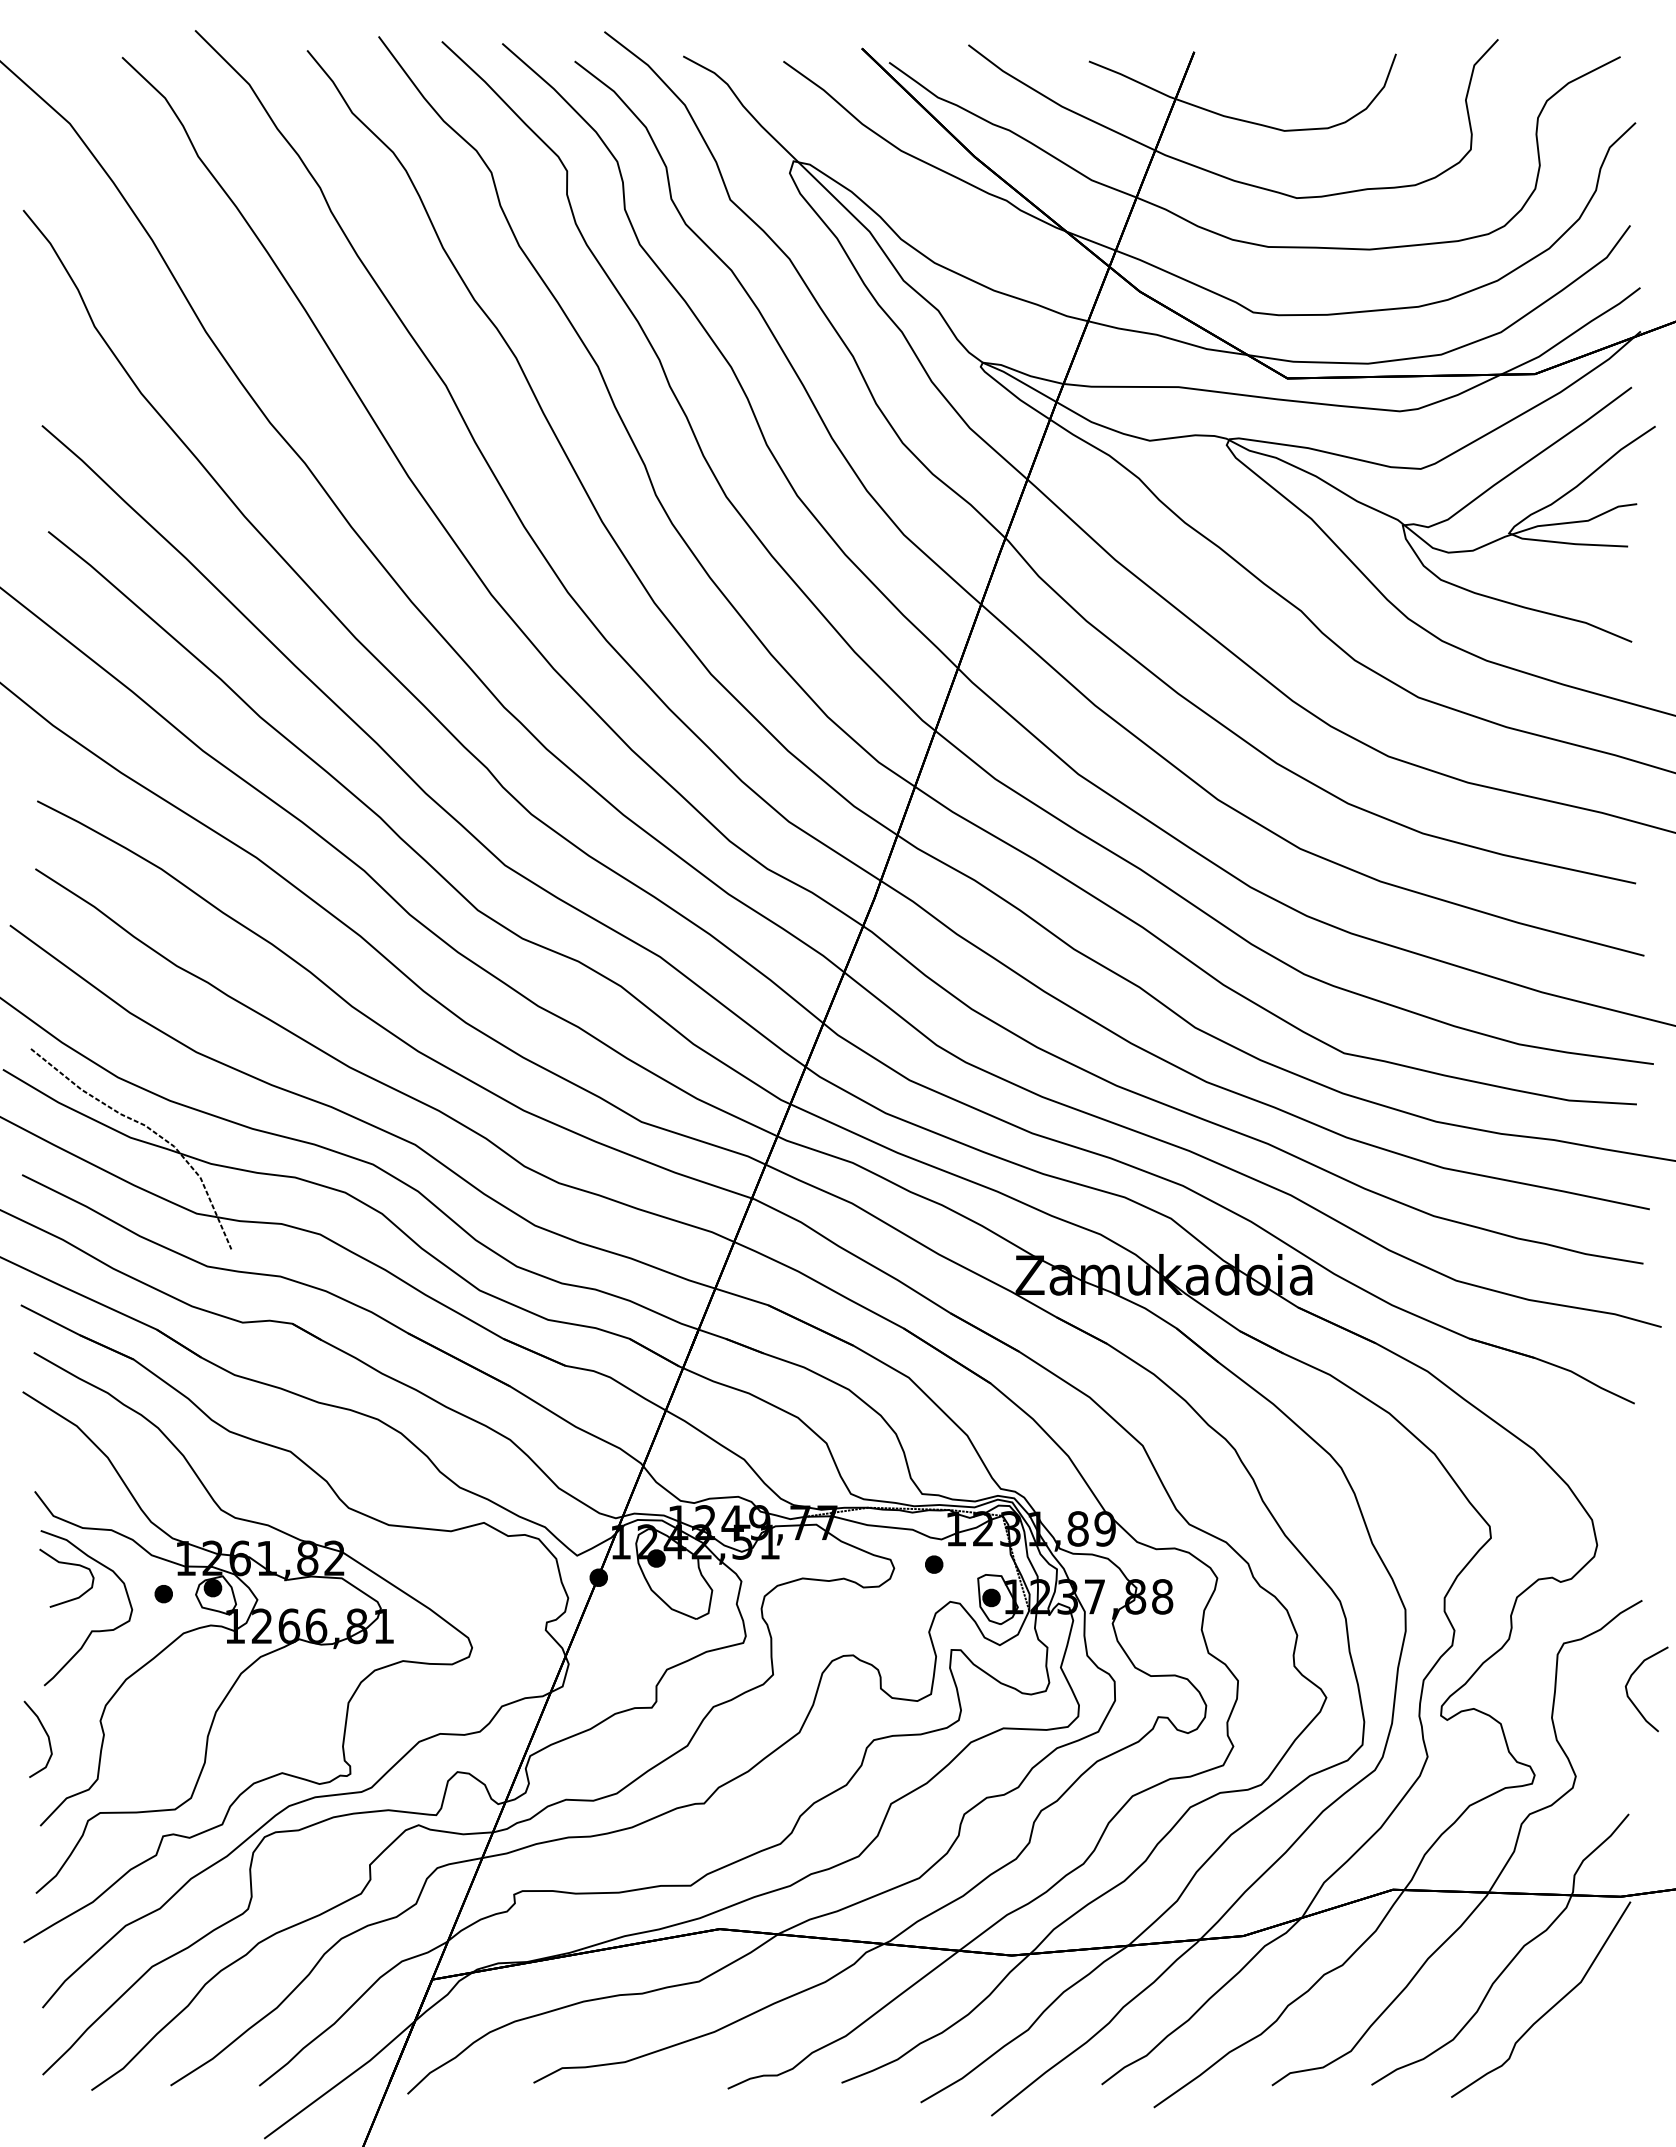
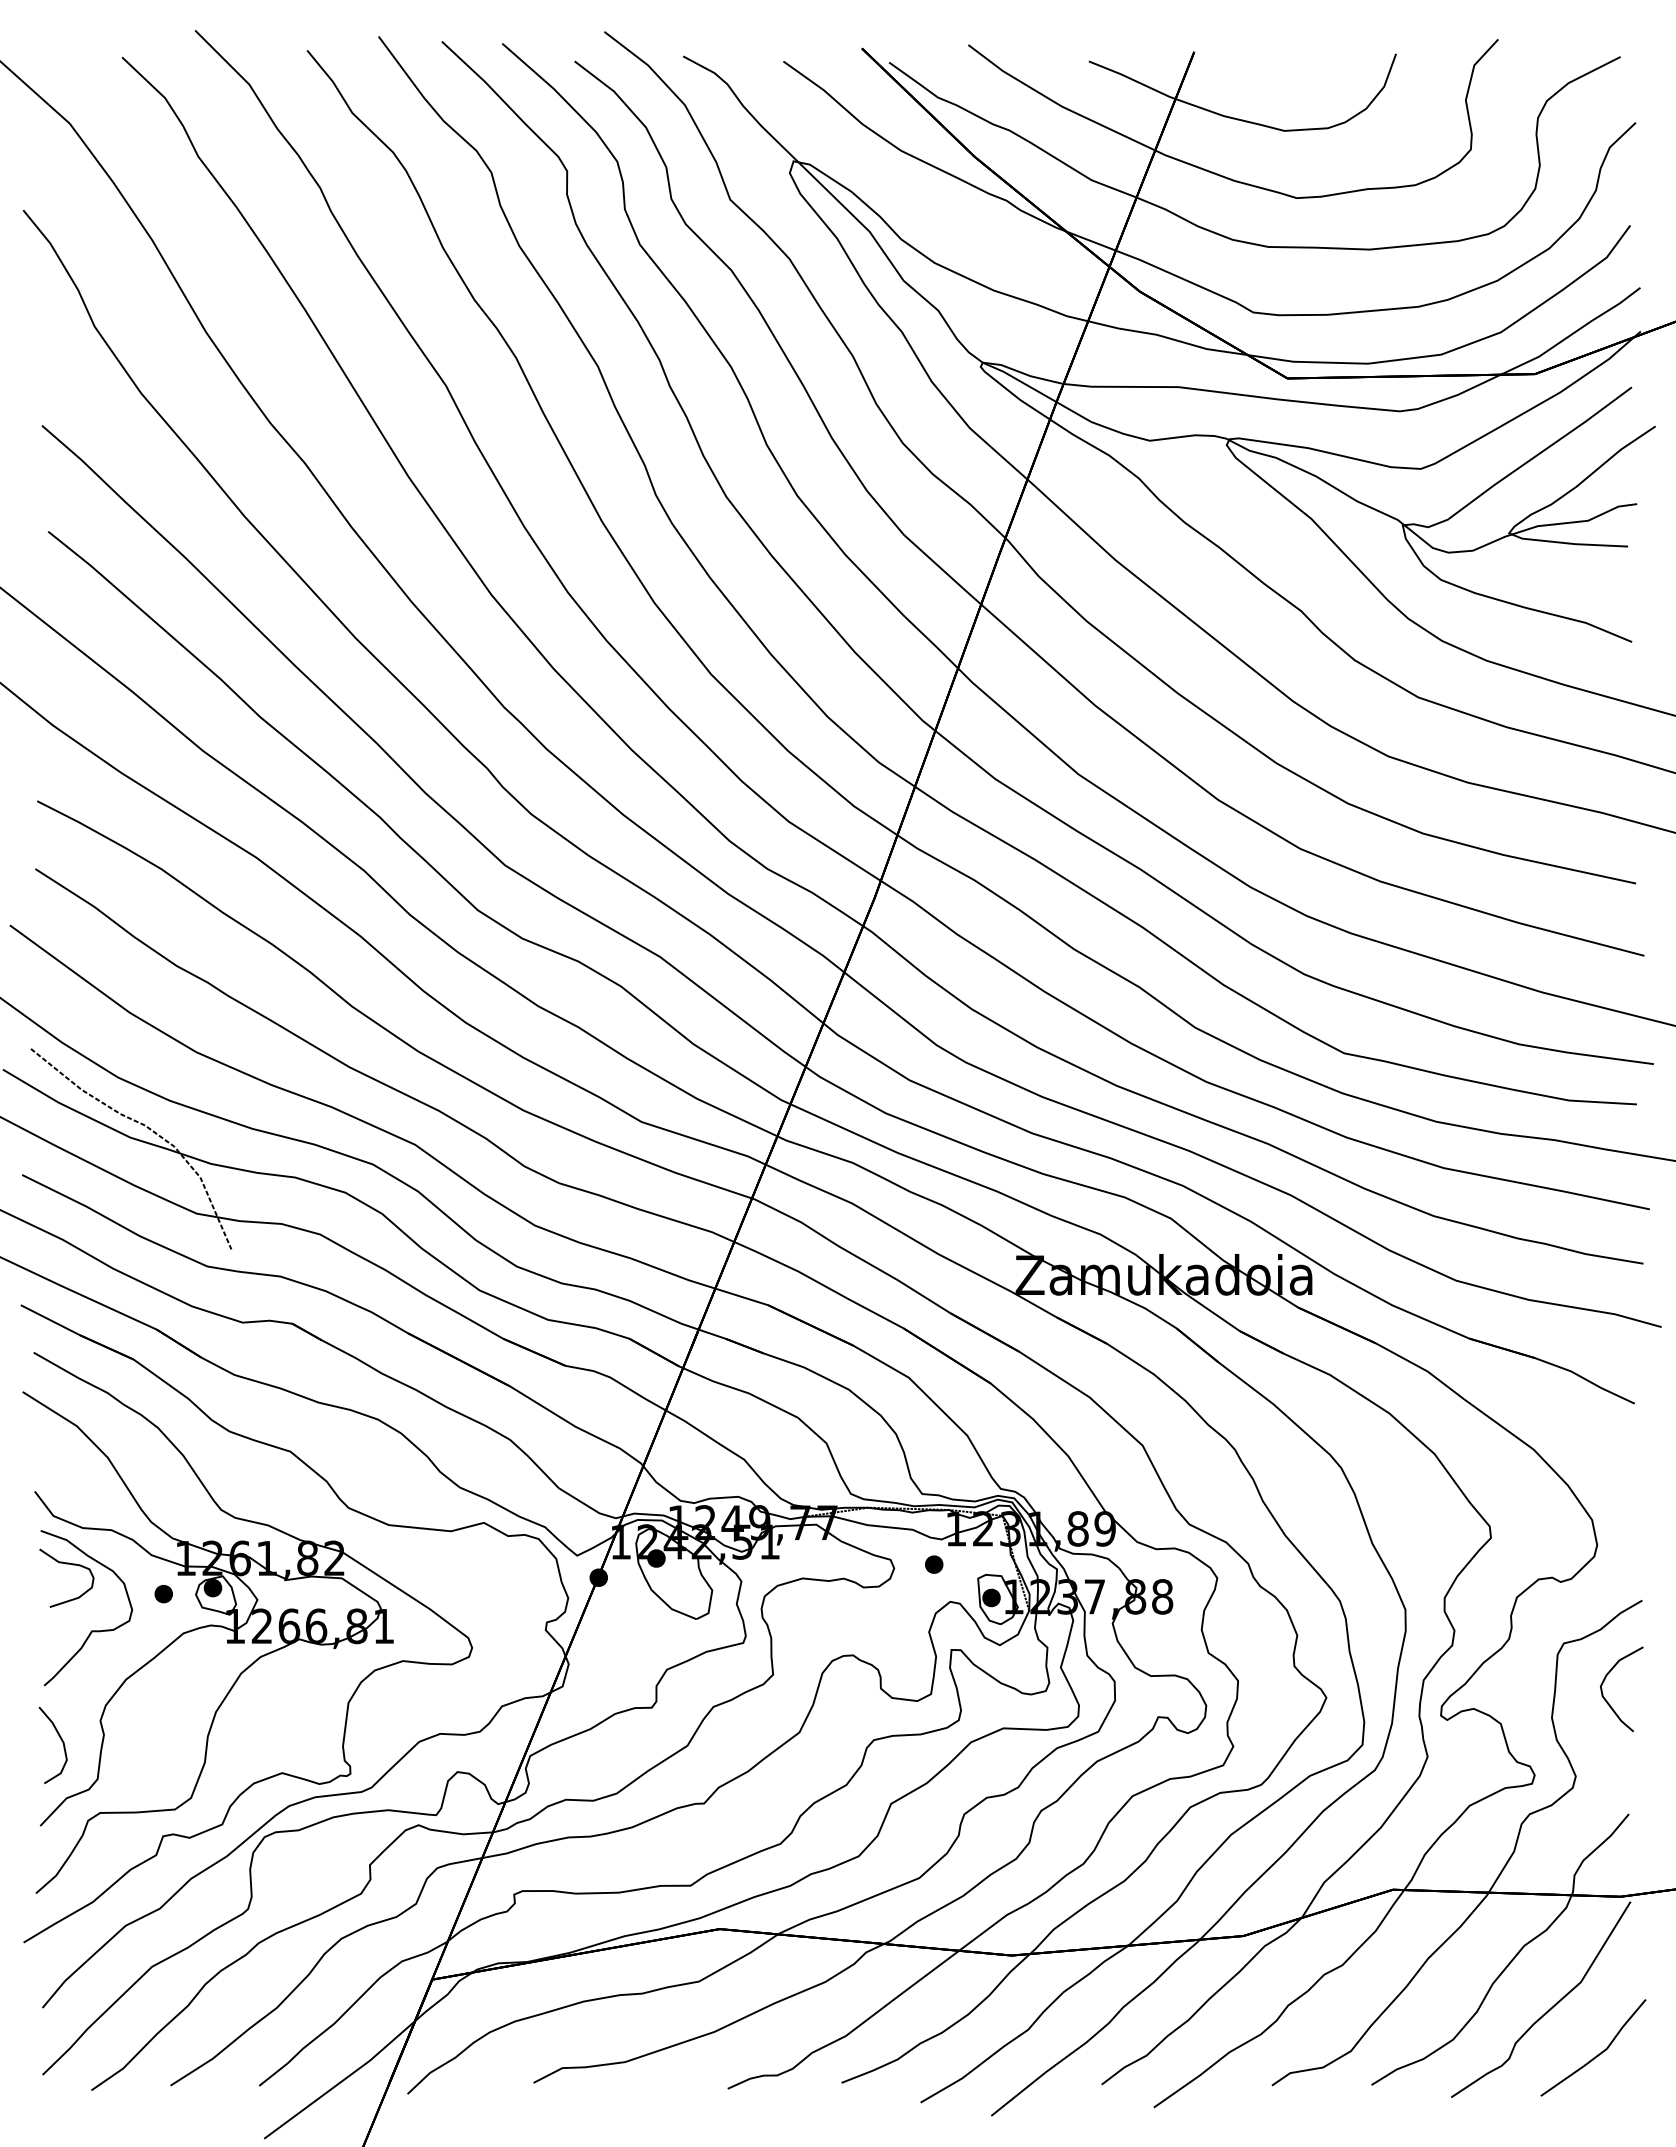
curve at (1631, 1699) position: (1631, 1699) -> (1606, 1699)
curve at (45, 1733) position: (45, 1733) -> (60, 1739)
part at (1597, 2054): none -> present
